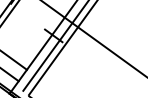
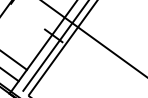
line at (9, 13): present -> none
